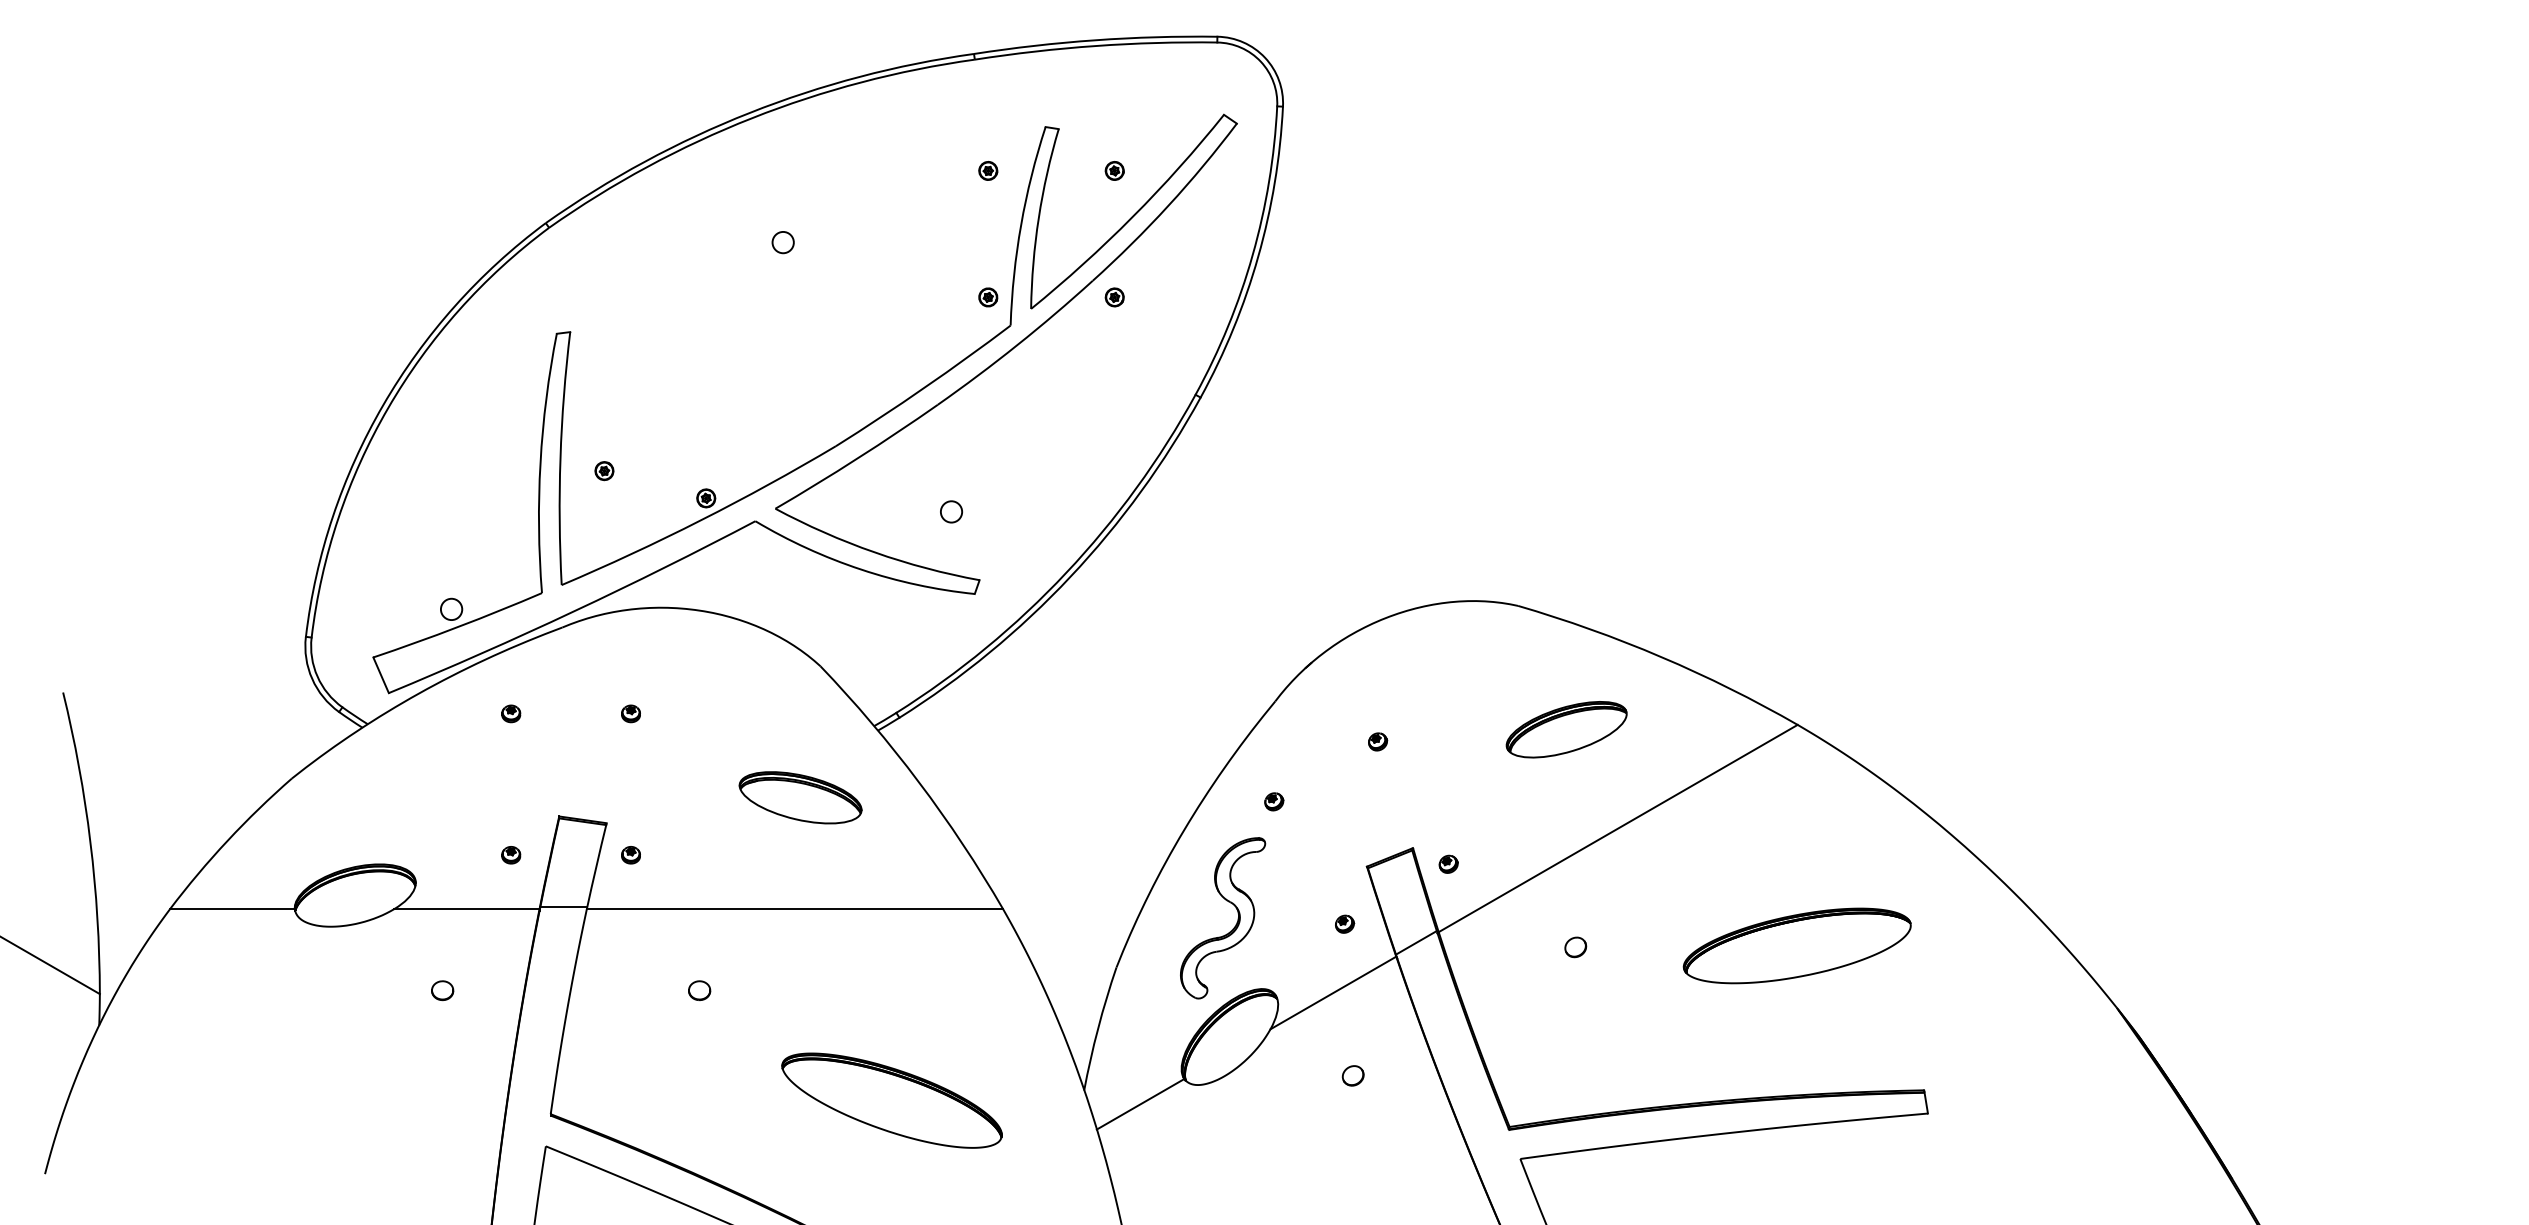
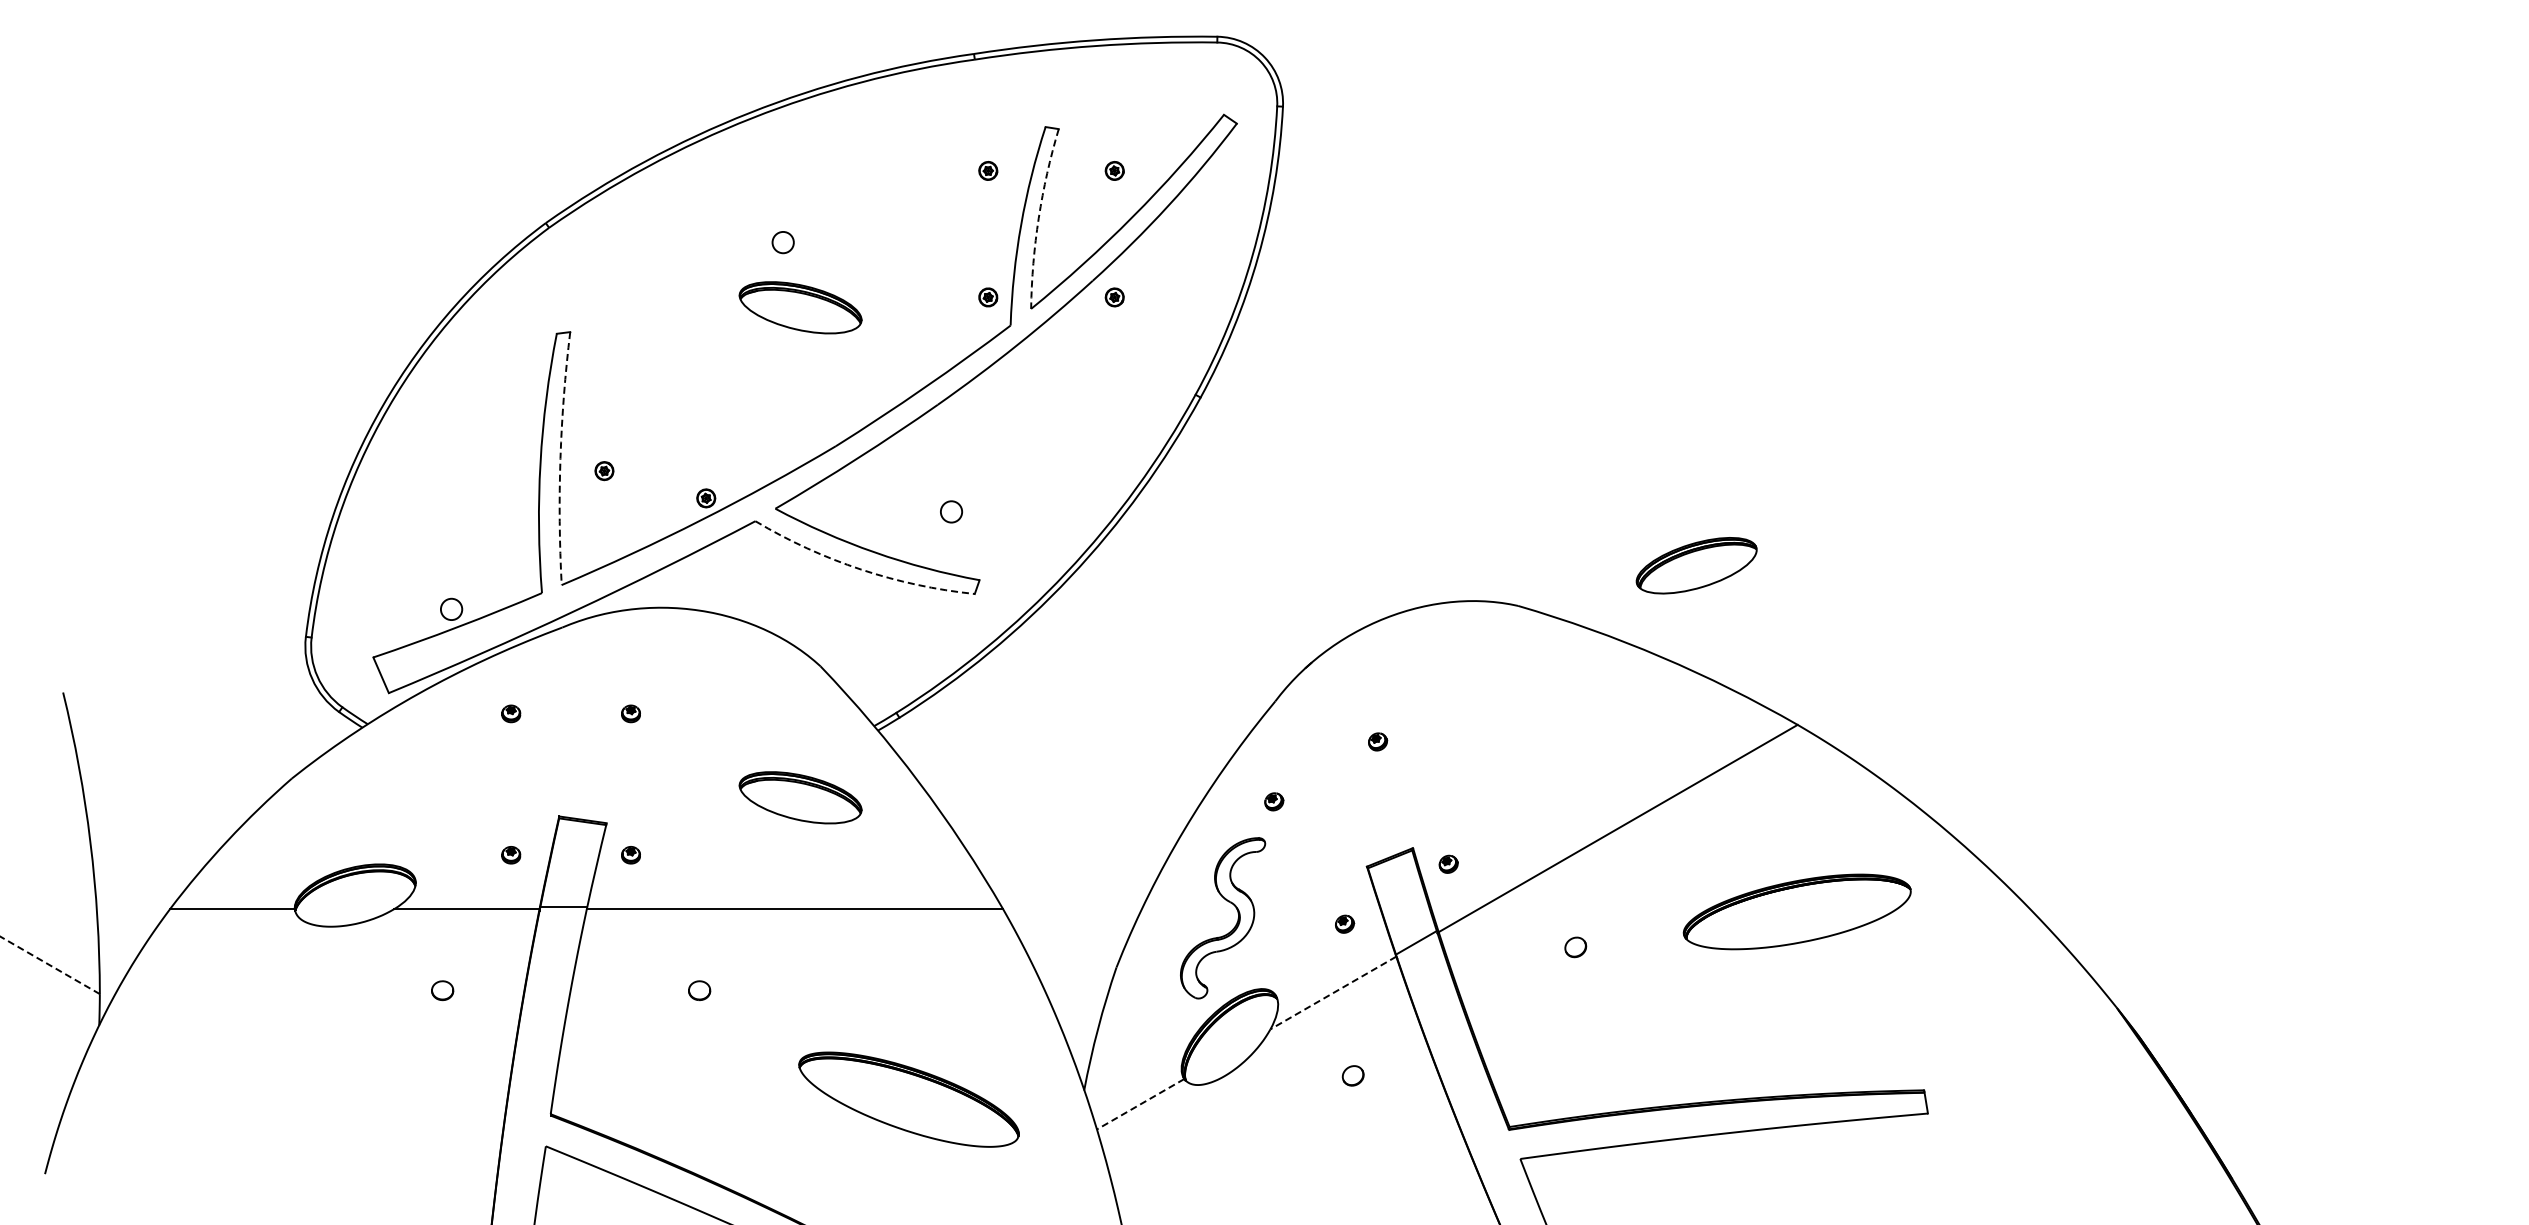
arc at (1038, 218): solid -> dashed
part at (800, 307): none -> present
arc at (560, 458): solid -> dashed
arc at (861, 569): solid -> dashed
part at (1566, 729) position: (1566, 729) -> (1696, 565)
part at (1796, 945) position: (1796, 945) -> (1796, 911)
line at (49, 965): solid -> dashed
line at (1333, 992): solid -> dashed
part at (891, 1100) position: (891, 1100) -> (908, 1099)
line at (1140, 1104): solid -> dashed
